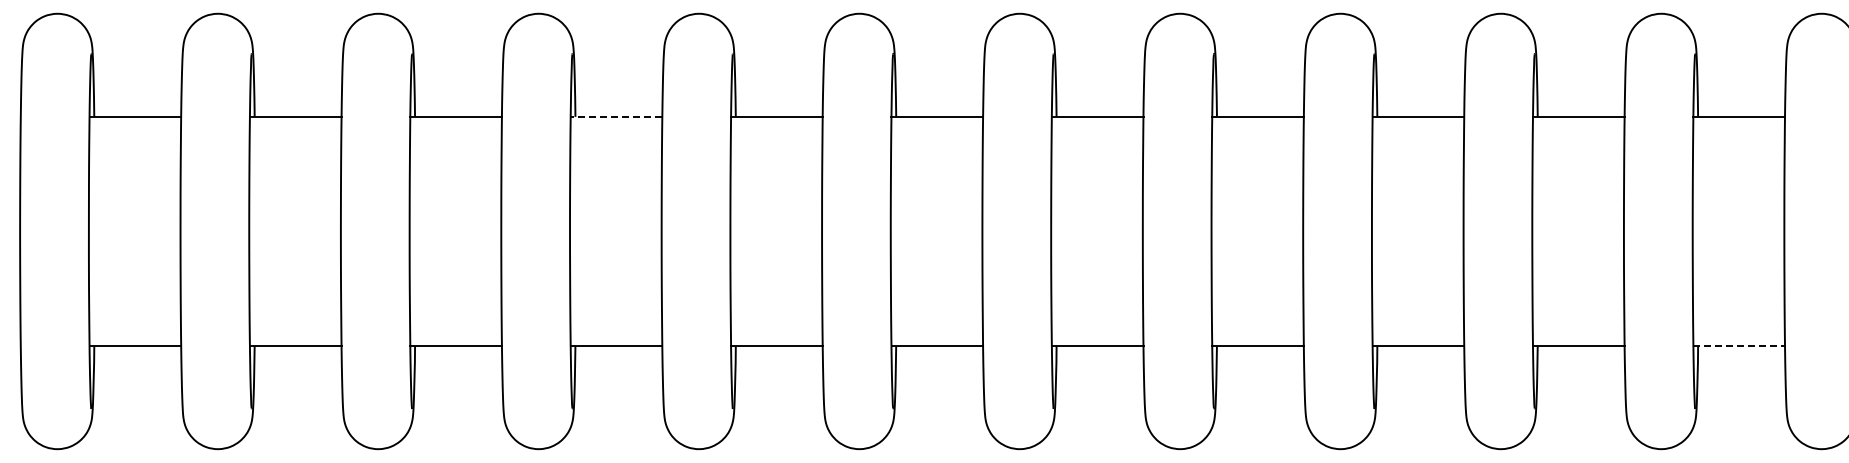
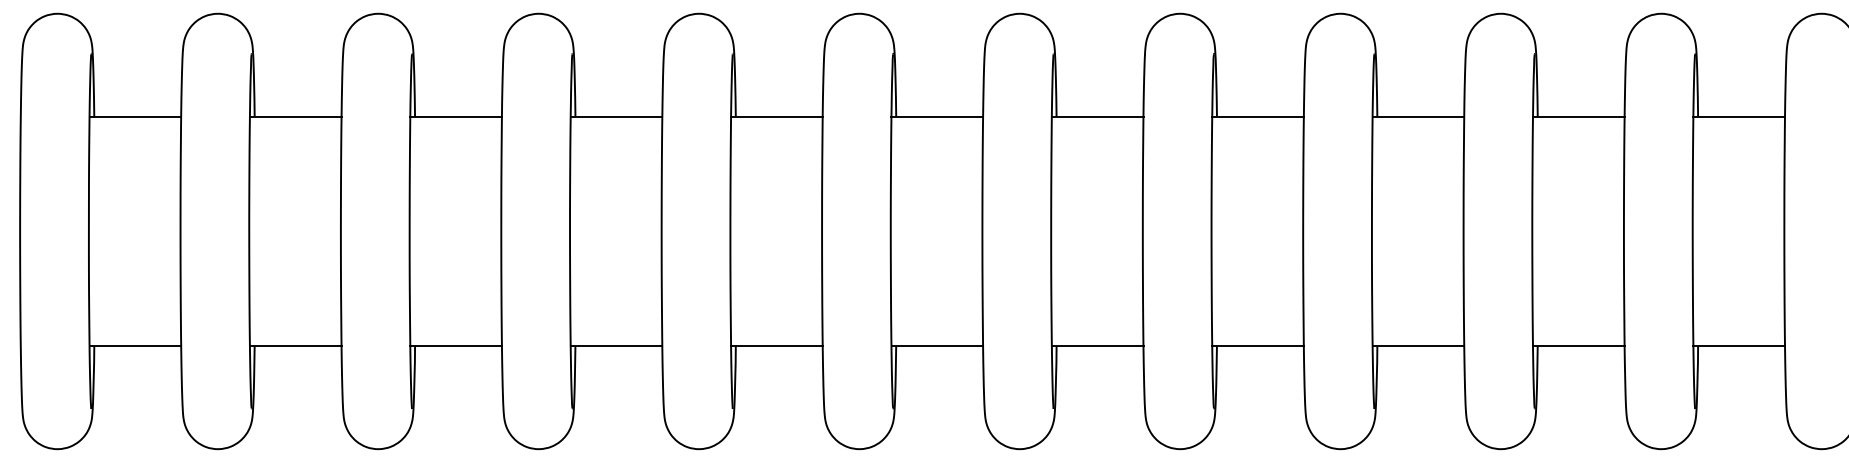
line at (616, 116): dashed -> solid
line at (1739, 346): dashed -> solid
